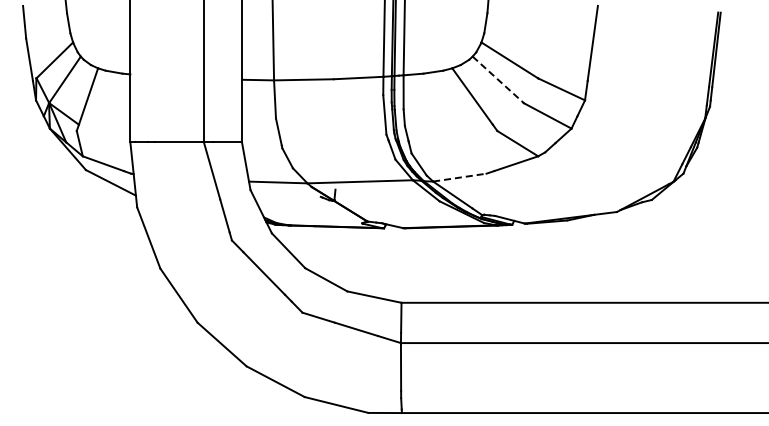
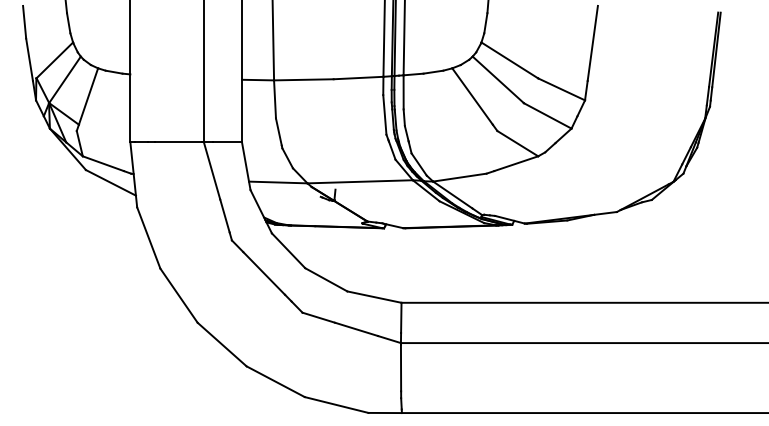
line at (498, 79): dashed -> solid
line at (459, 177): dashed -> solid
